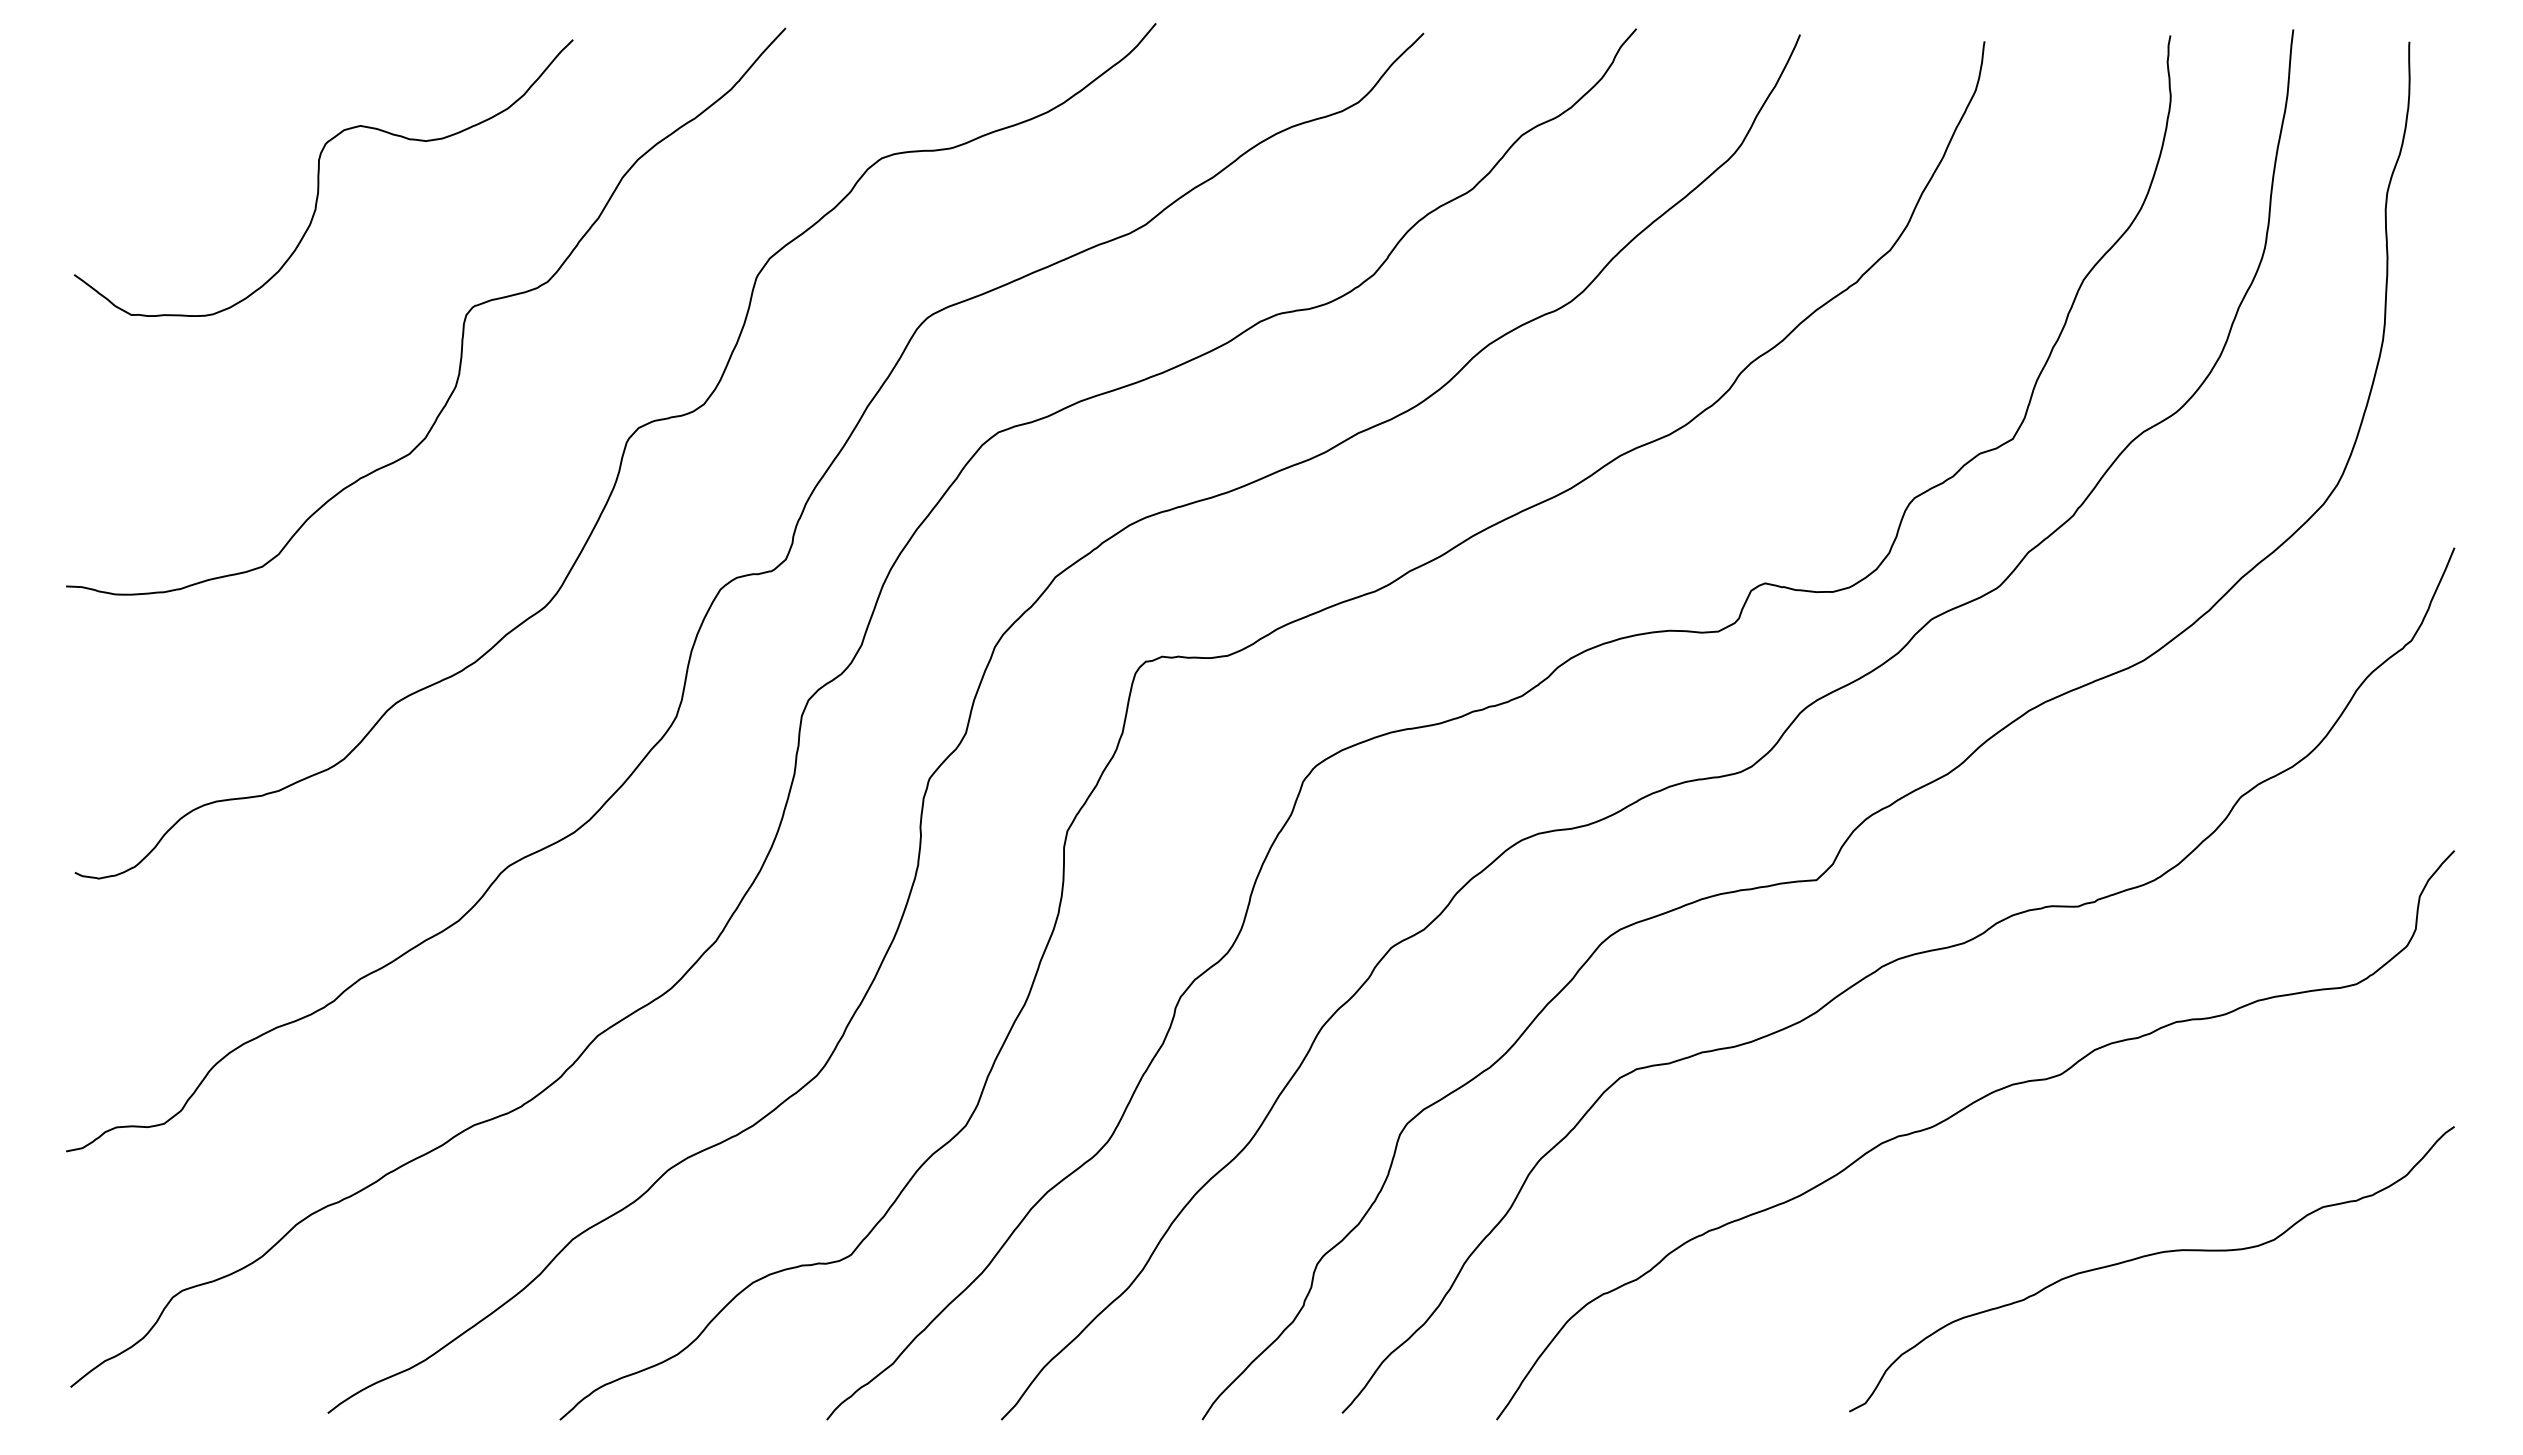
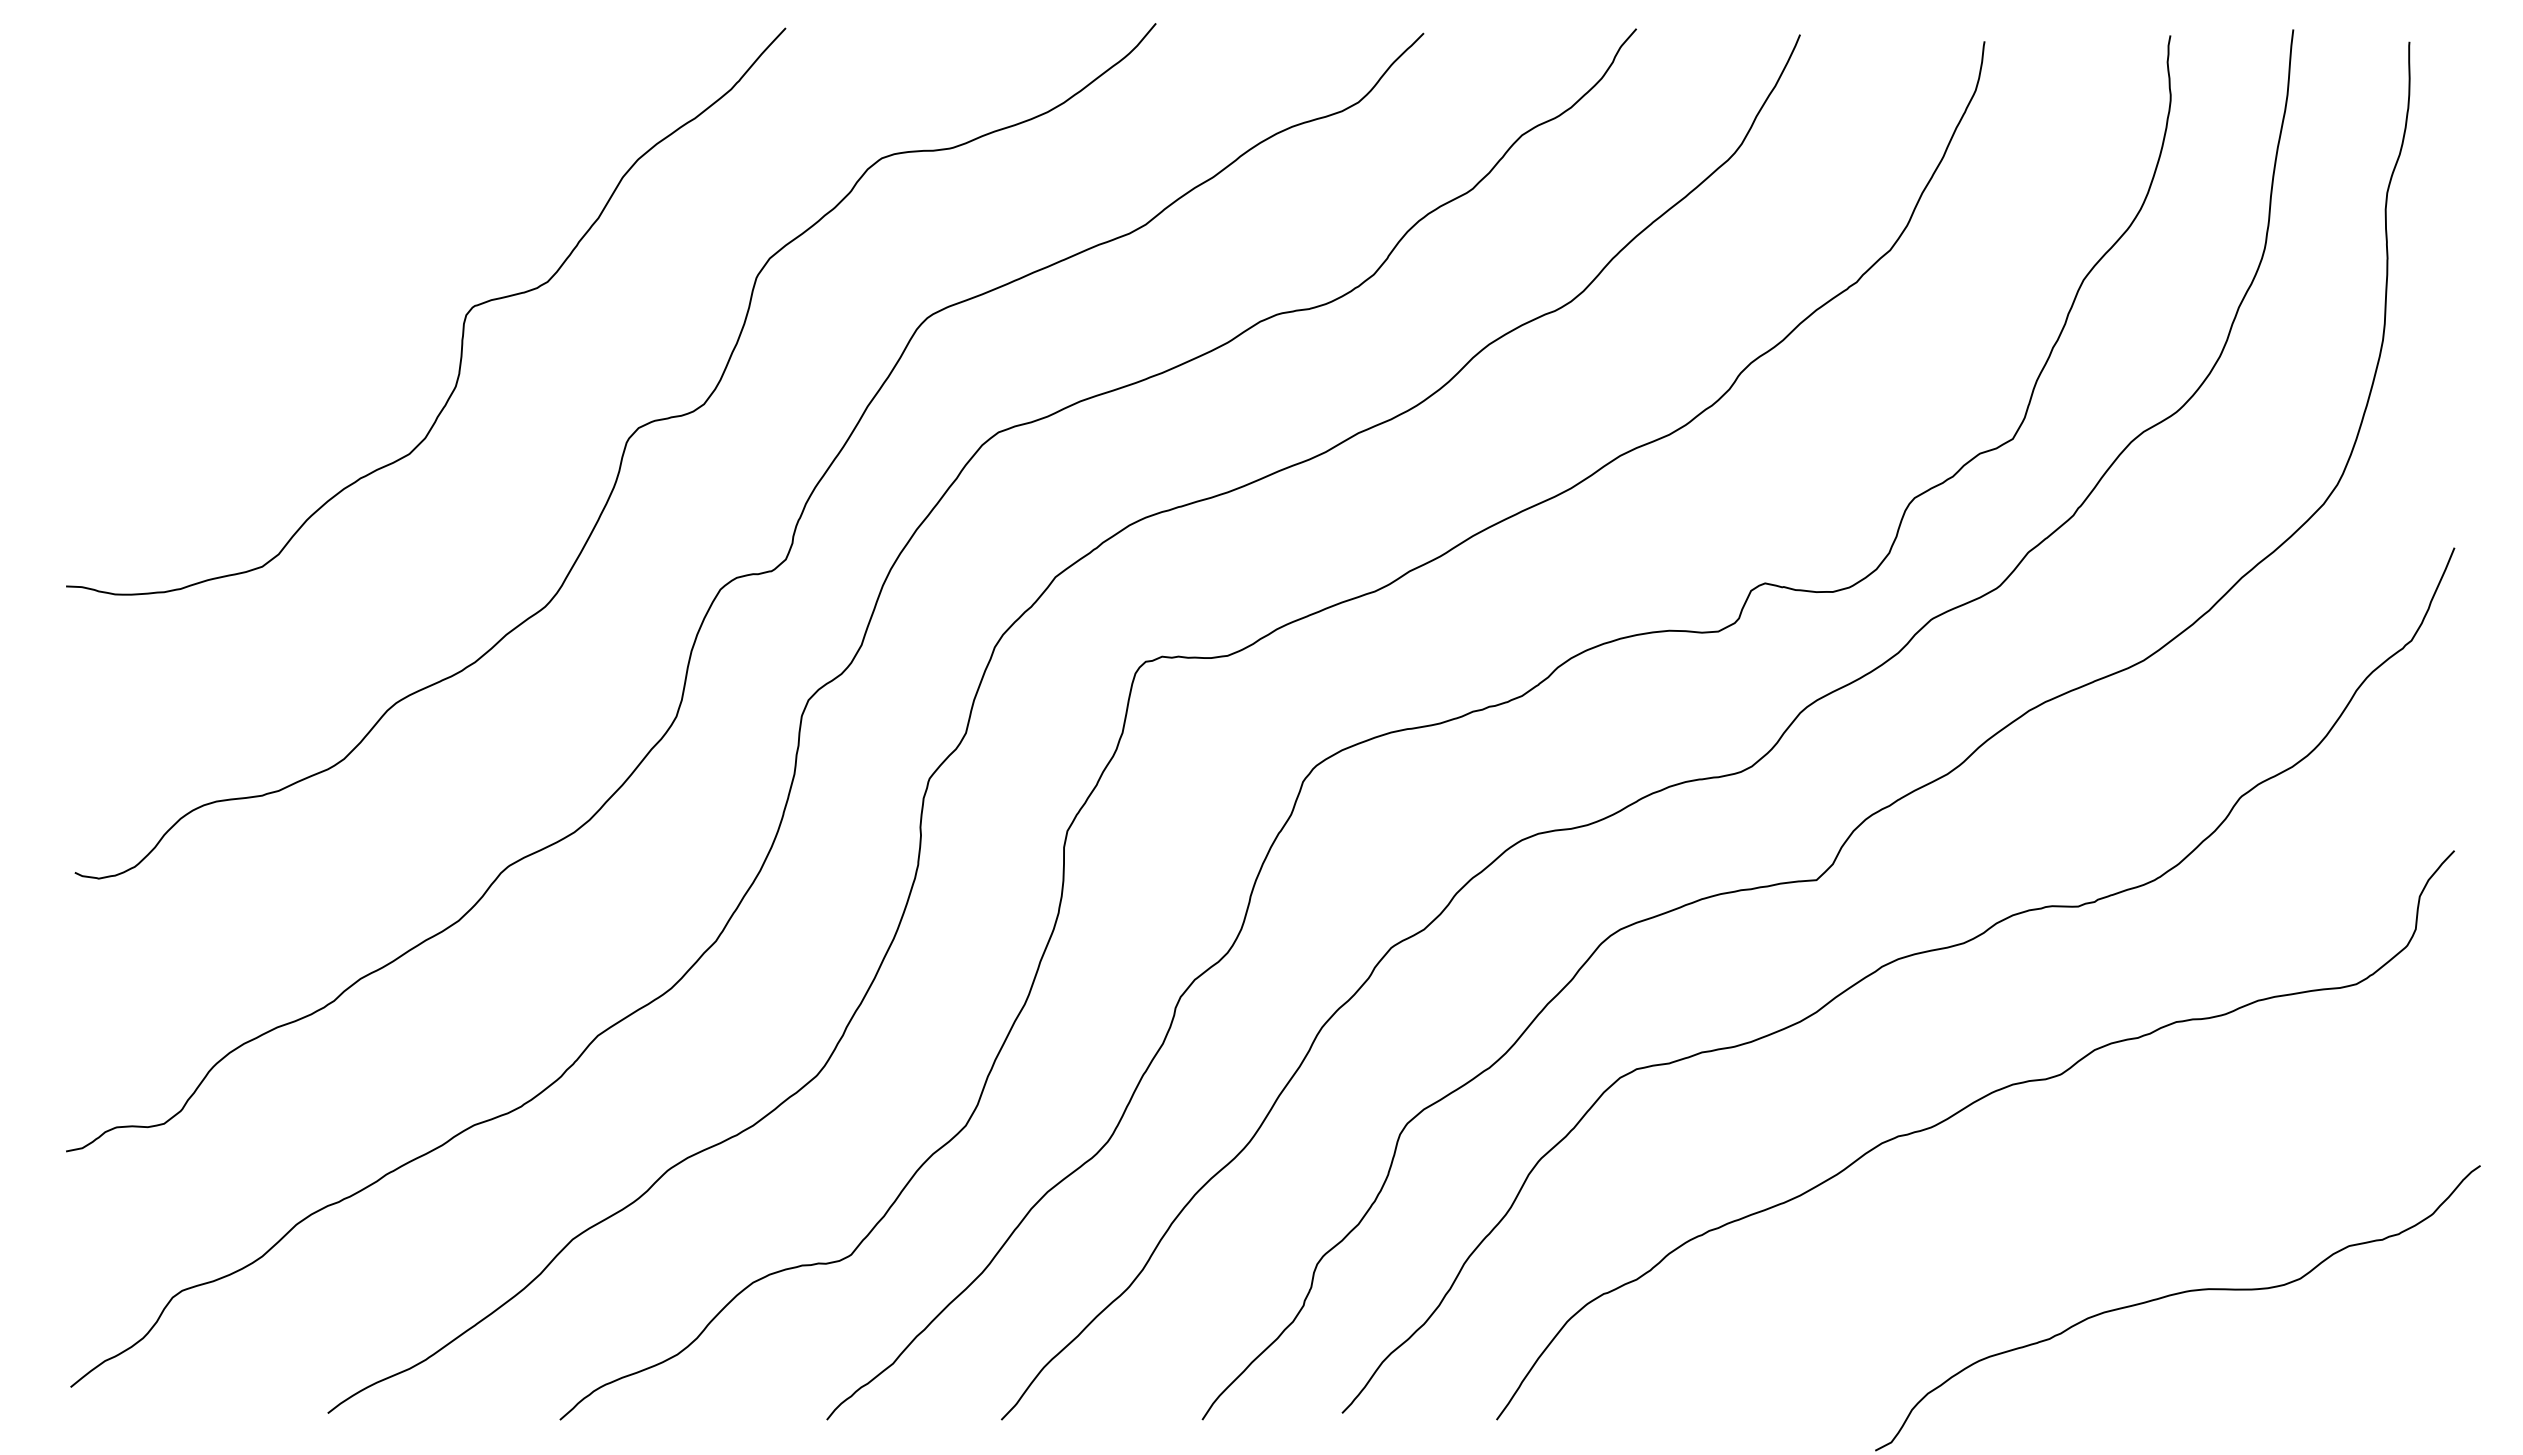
curve at (319, 177): present -> none
curve at (2148, 1256) position: (2148, 1256) -> (2174, 1295)
